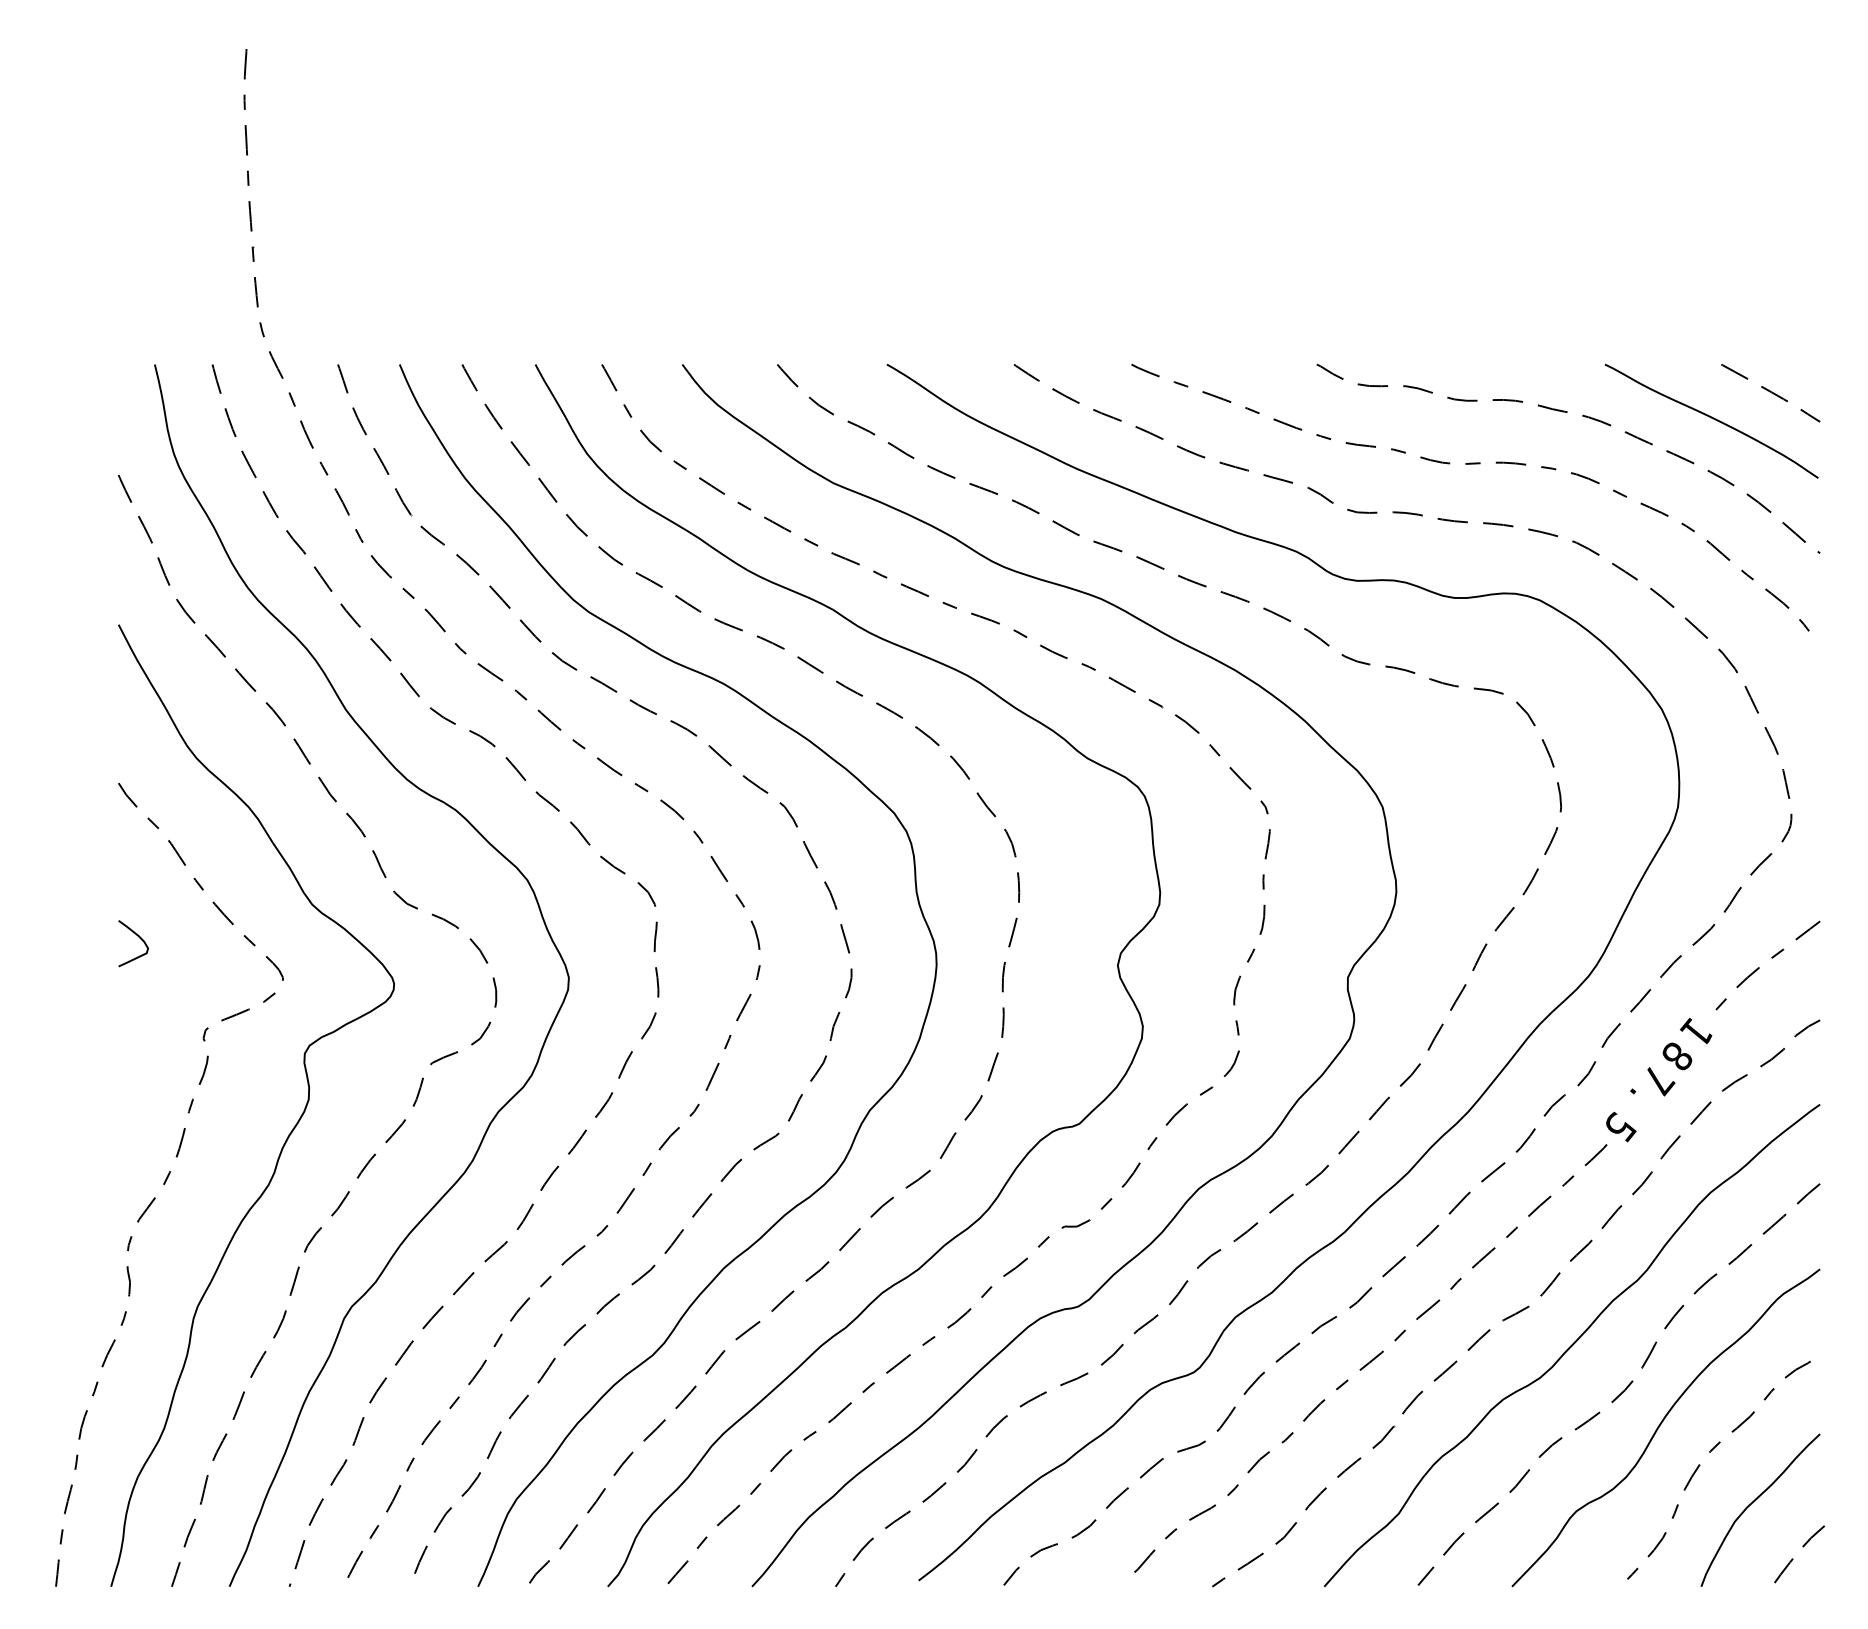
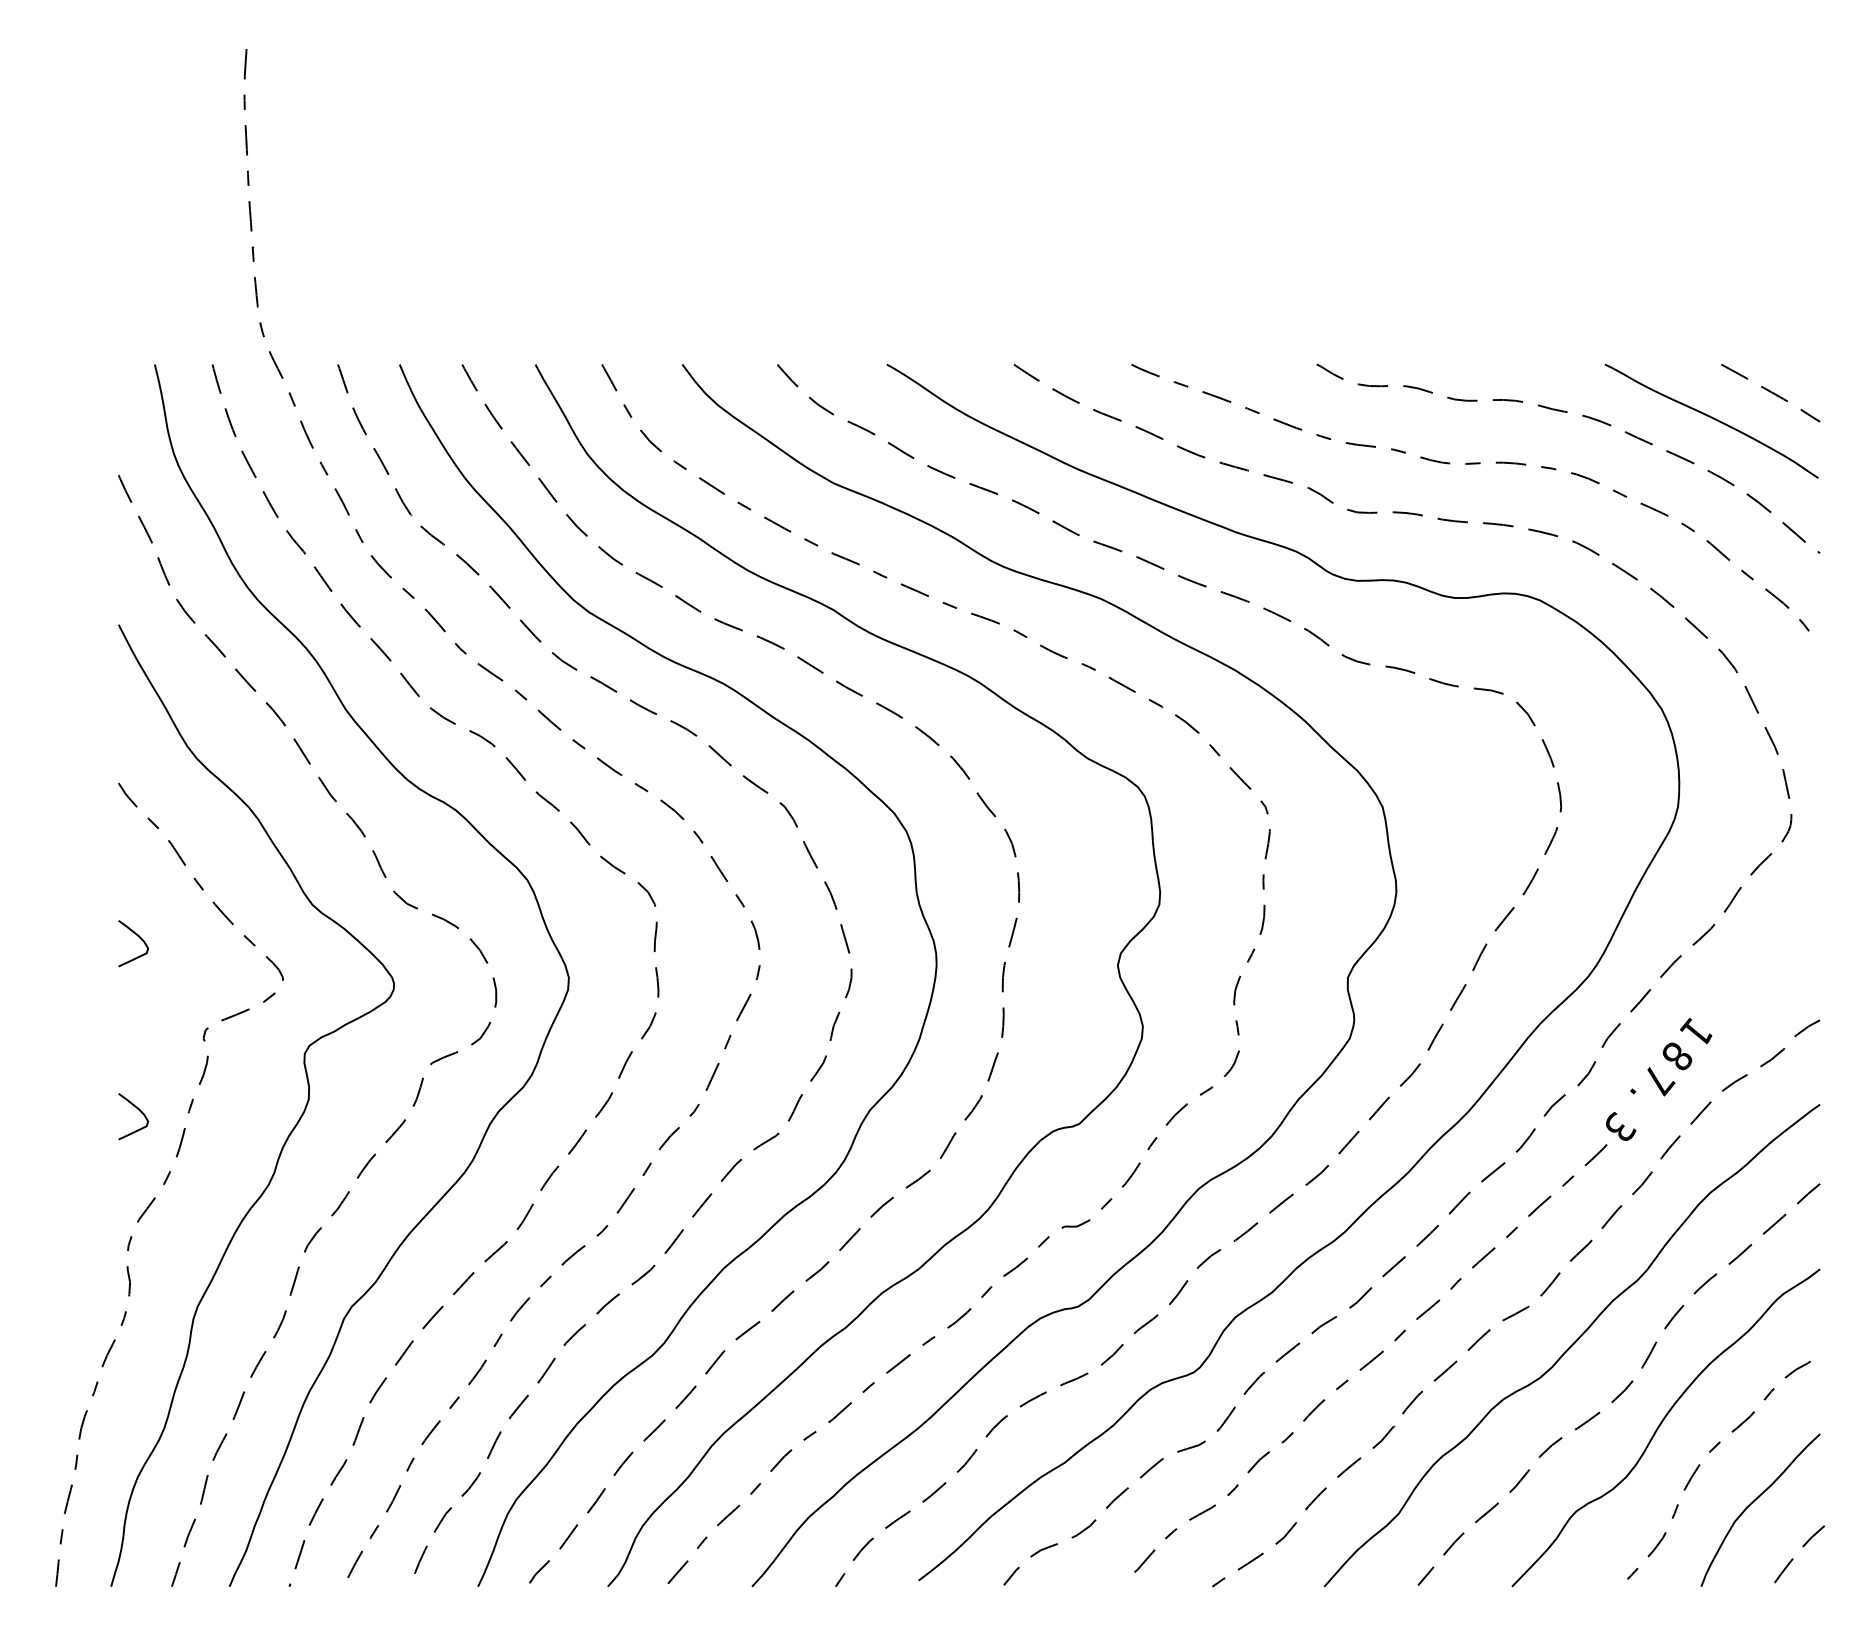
curve at (1771, 958): present -> none
curve at (138, 1110): none -> present
text at (1620, 1127): 5 -> 3
